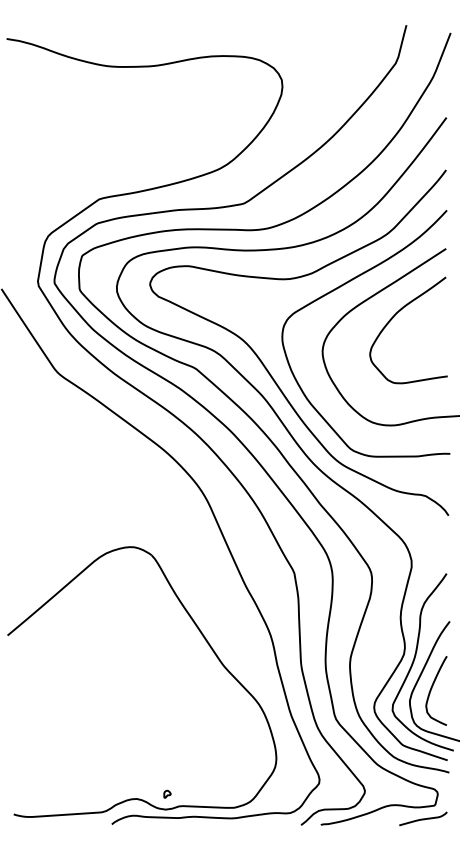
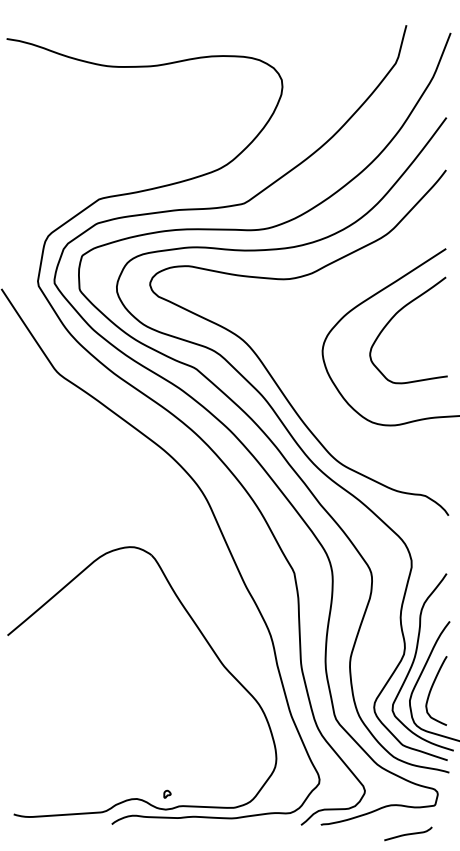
curve at (337, 289): present -> none
curve at (423, 818) position: (423, 818) -> (408, 833)
